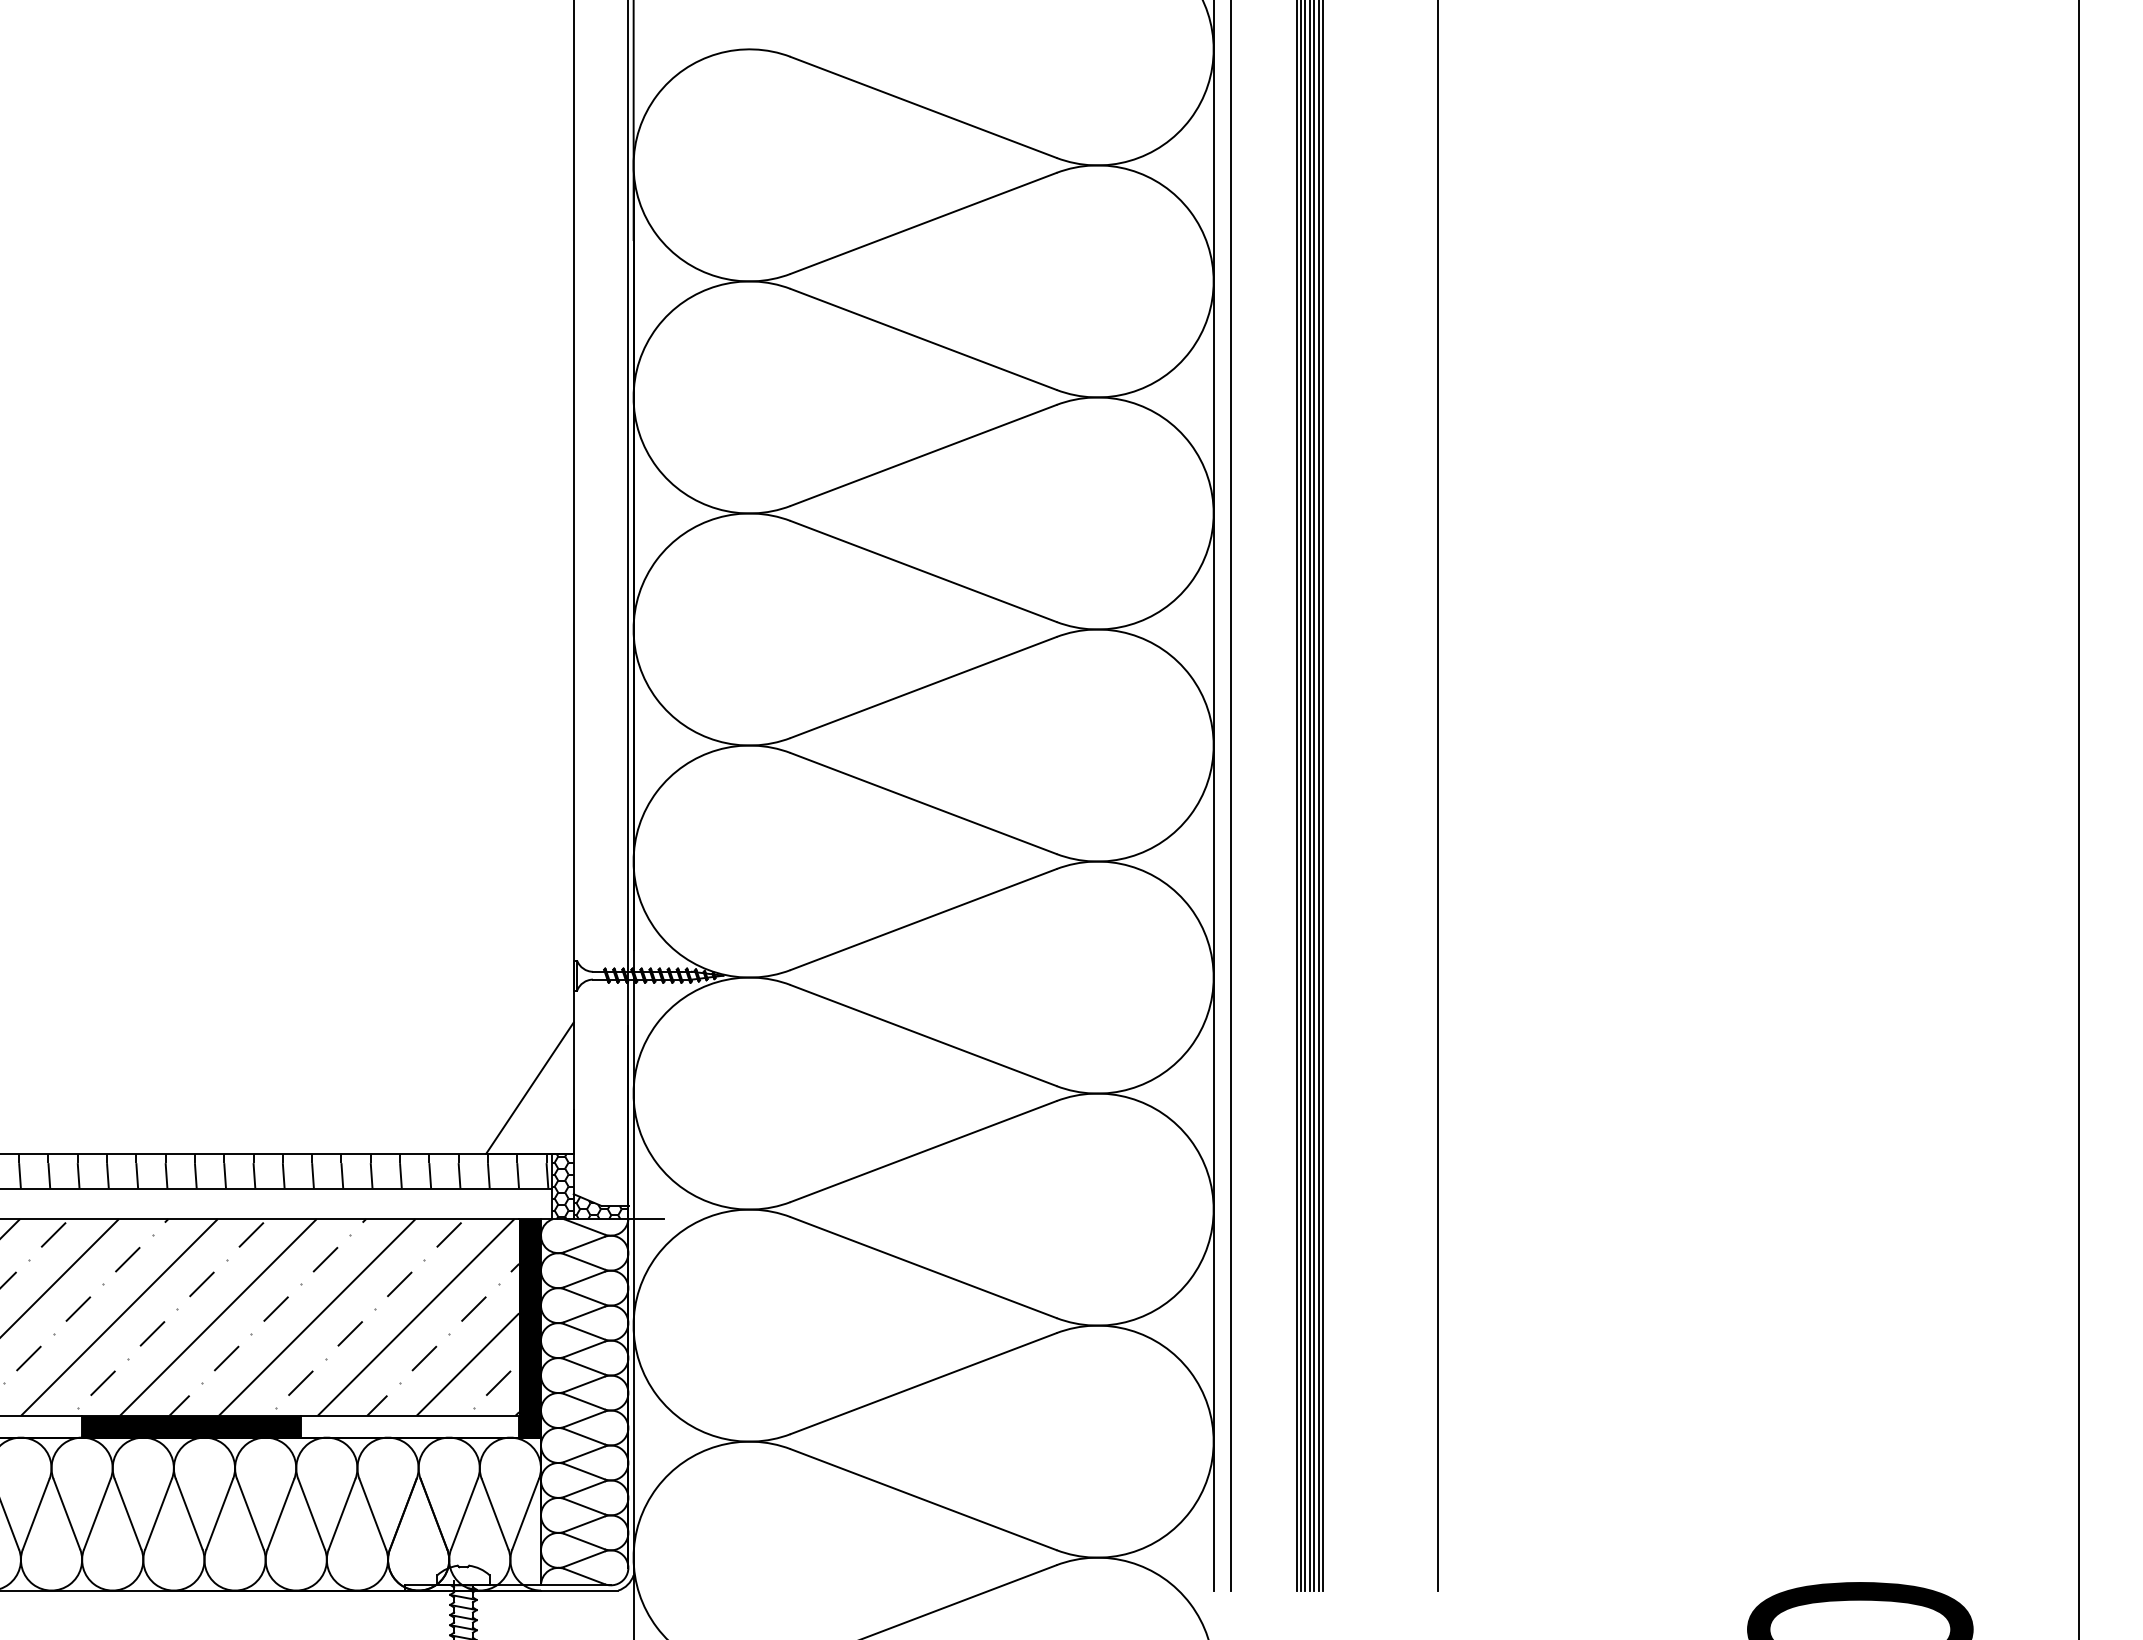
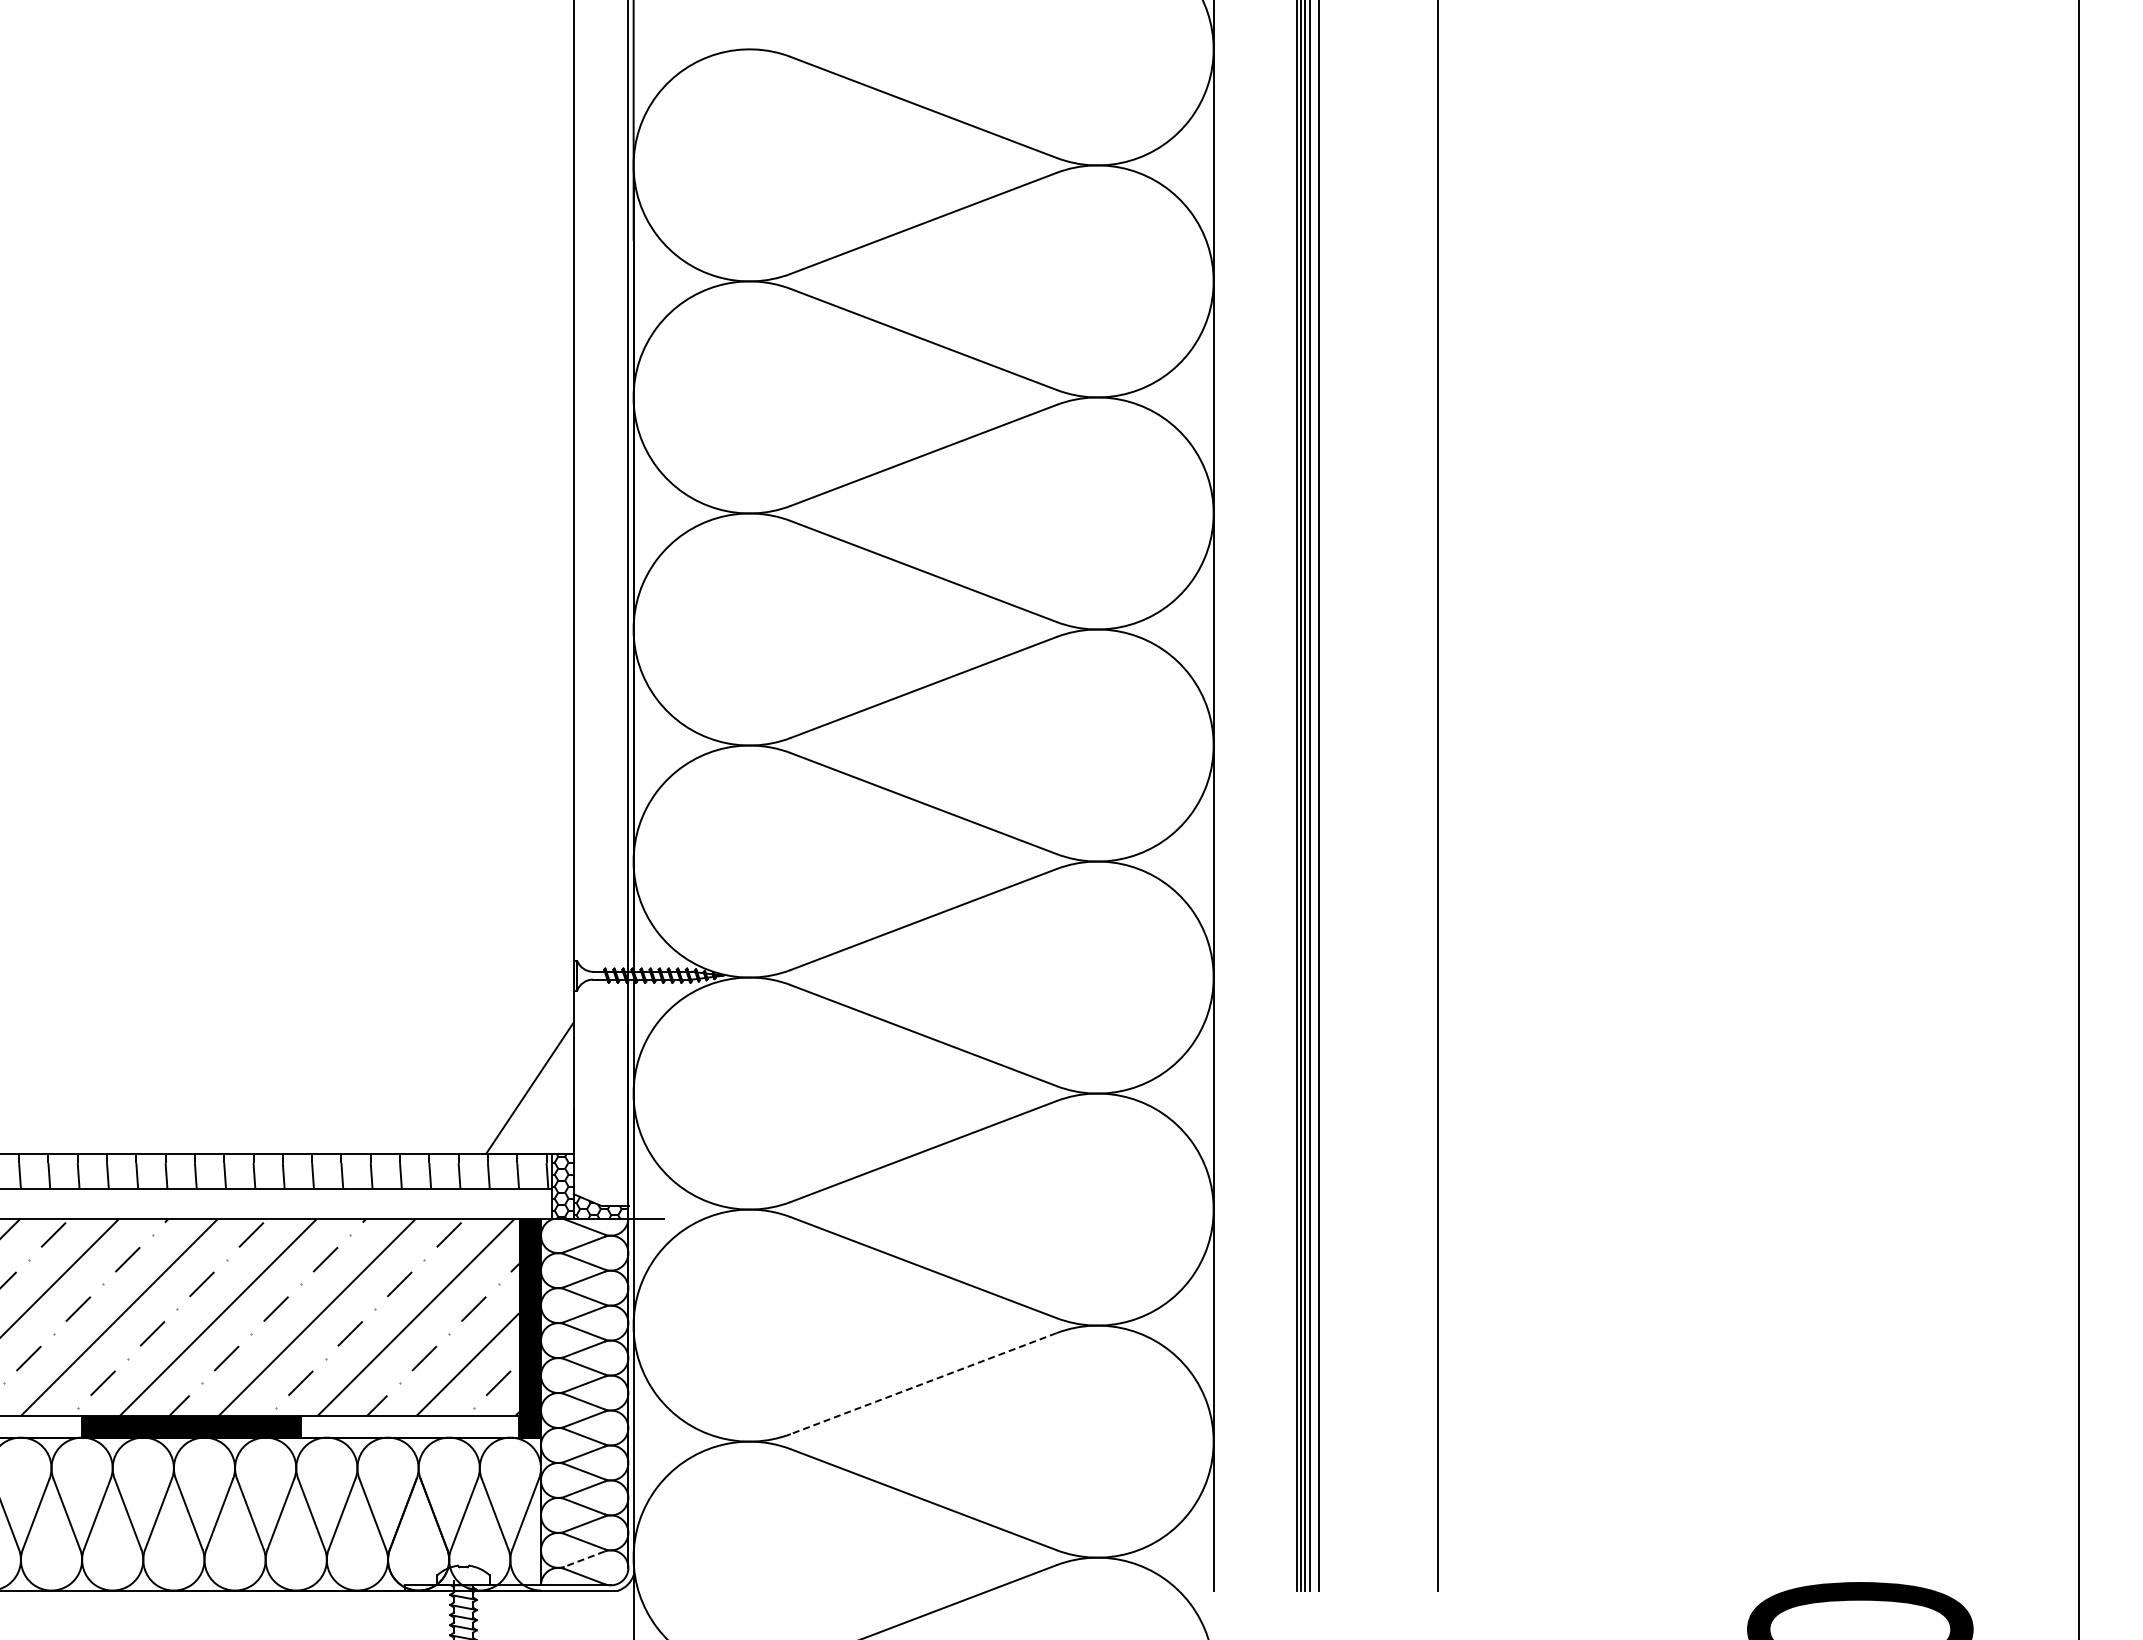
line at (1231, 796): present -> none
line at (1314, 796): present -> none
line at (1322, 796): present -> none
line at (923, 1383): solid -> dashed
line at (584, 1559): solid -> dashed
